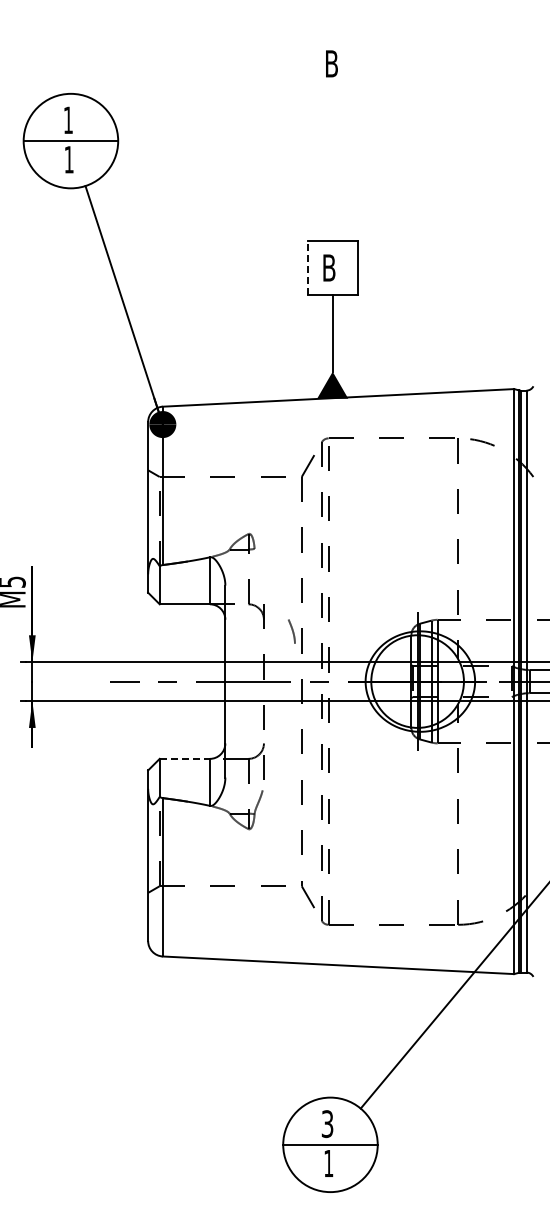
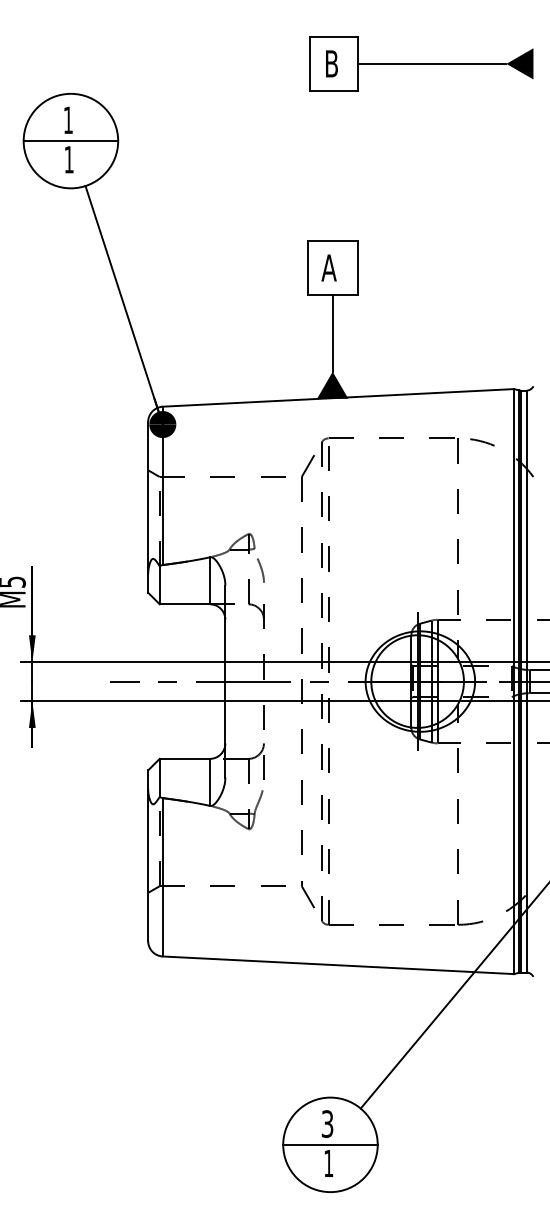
part at (421, 63): none -> present
line at (307, 267): dashed -> solid
text at (328, 267): B -> A
line at (291, 630) position: (291, 630) -> (260, 569)
line at (185, 758): dashed -> solid
